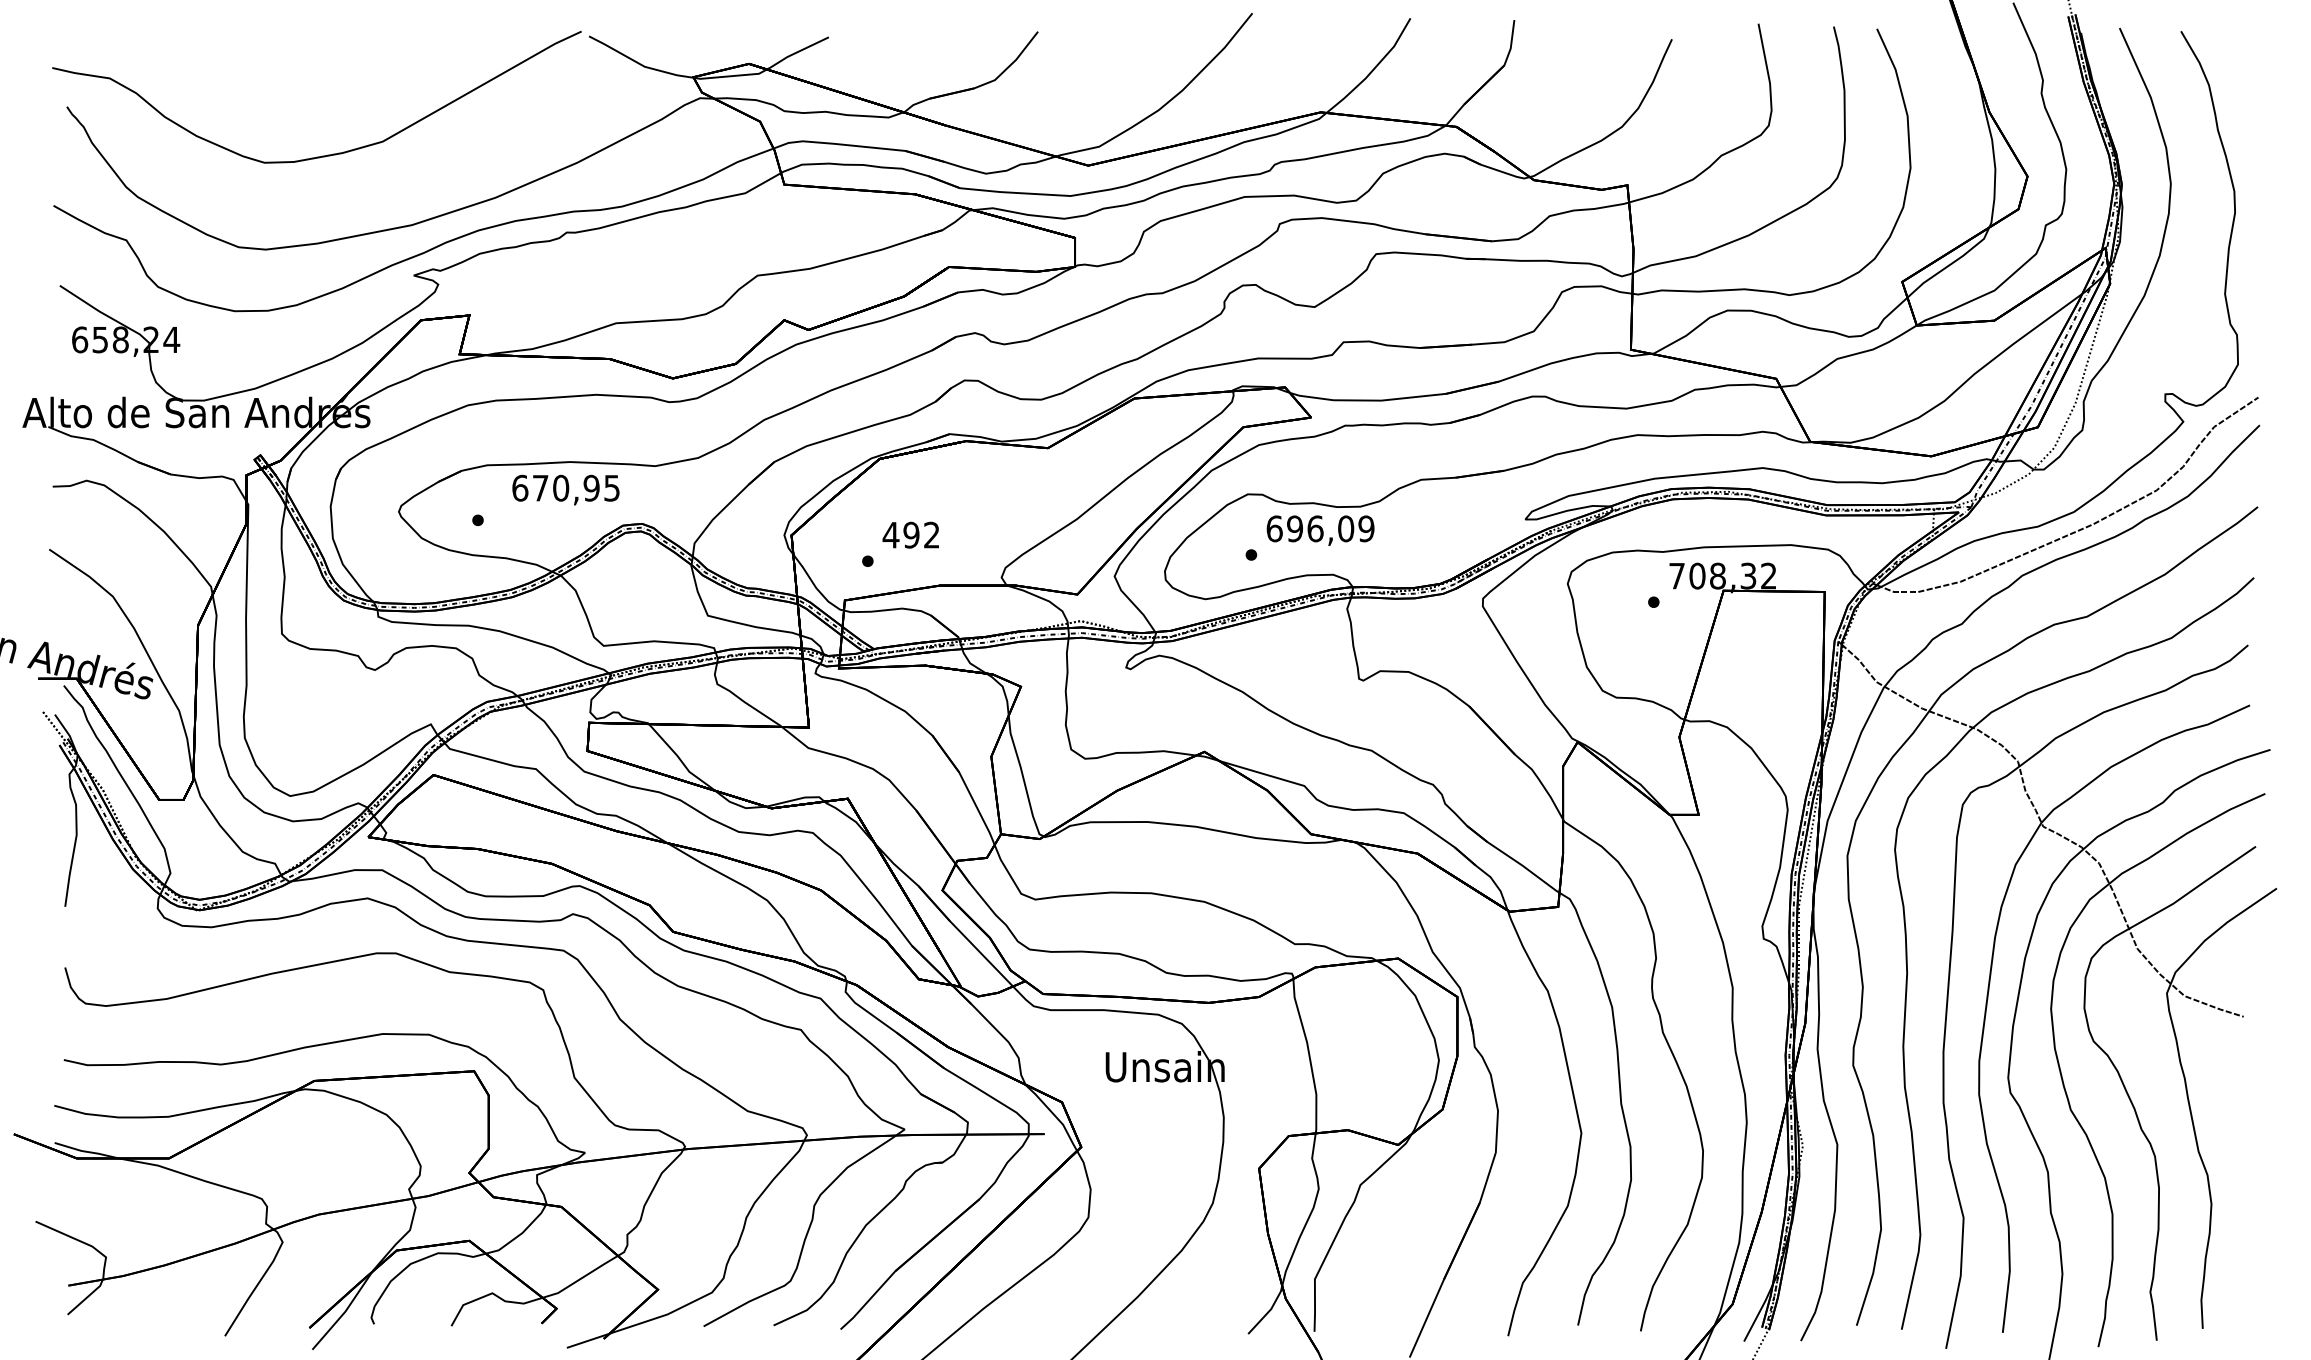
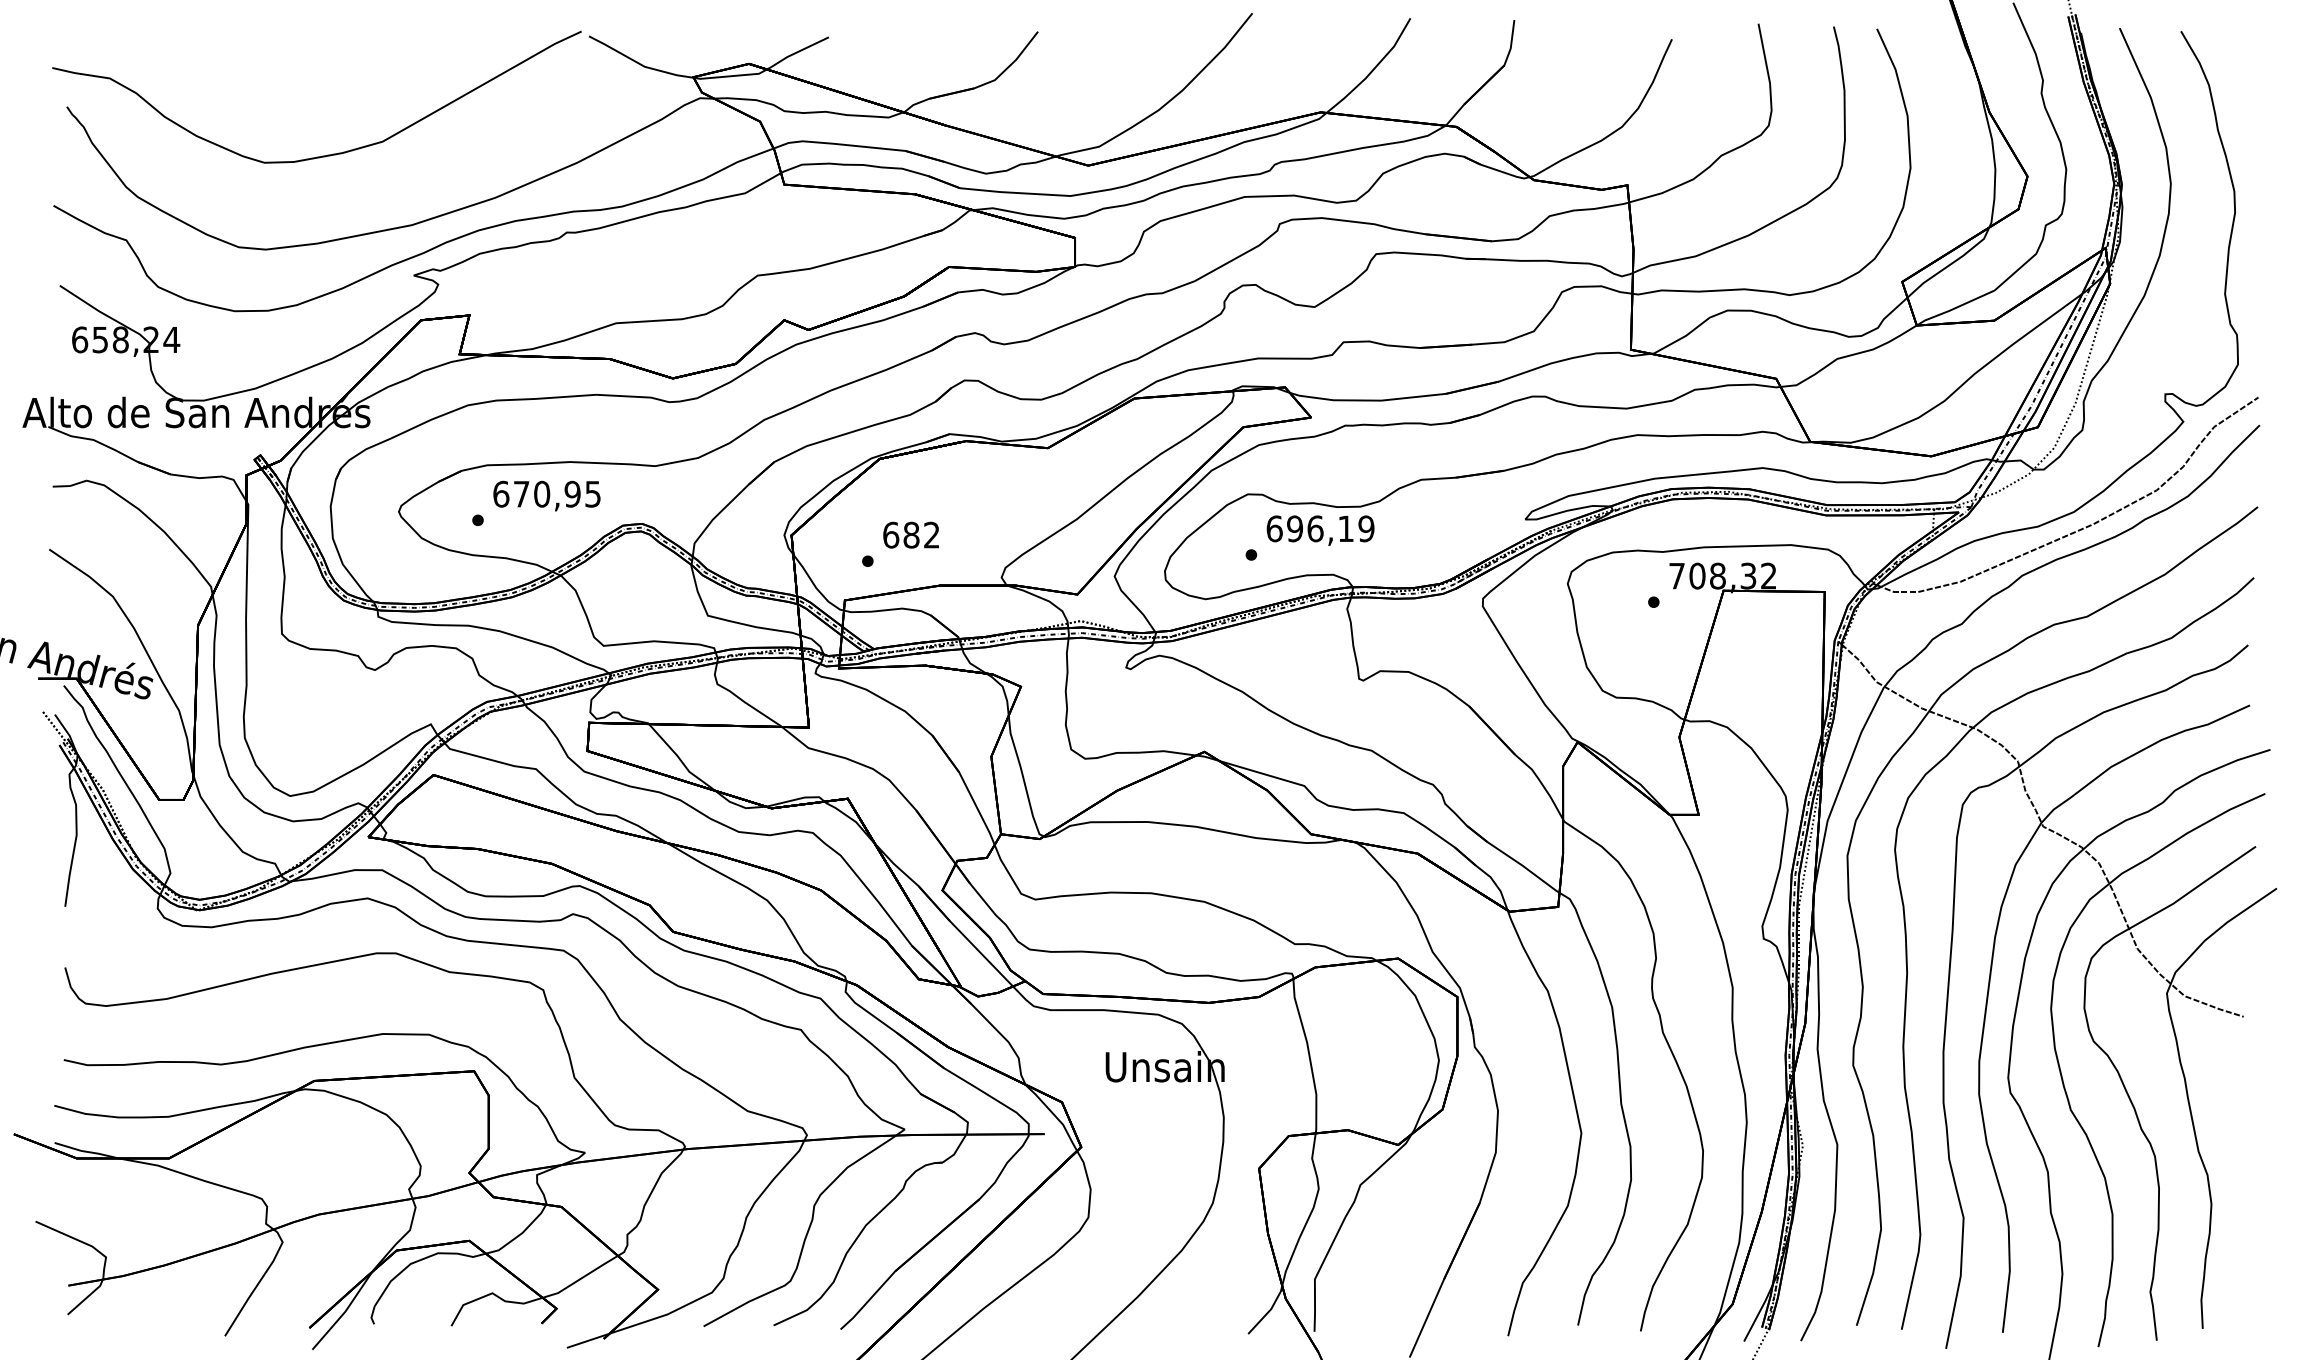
text at (565, 489) position: (565, 489) -> (546, 495)
text at (1346, 528): 696,09 -> 696,19
text at (900, 534): 492 -> 682
